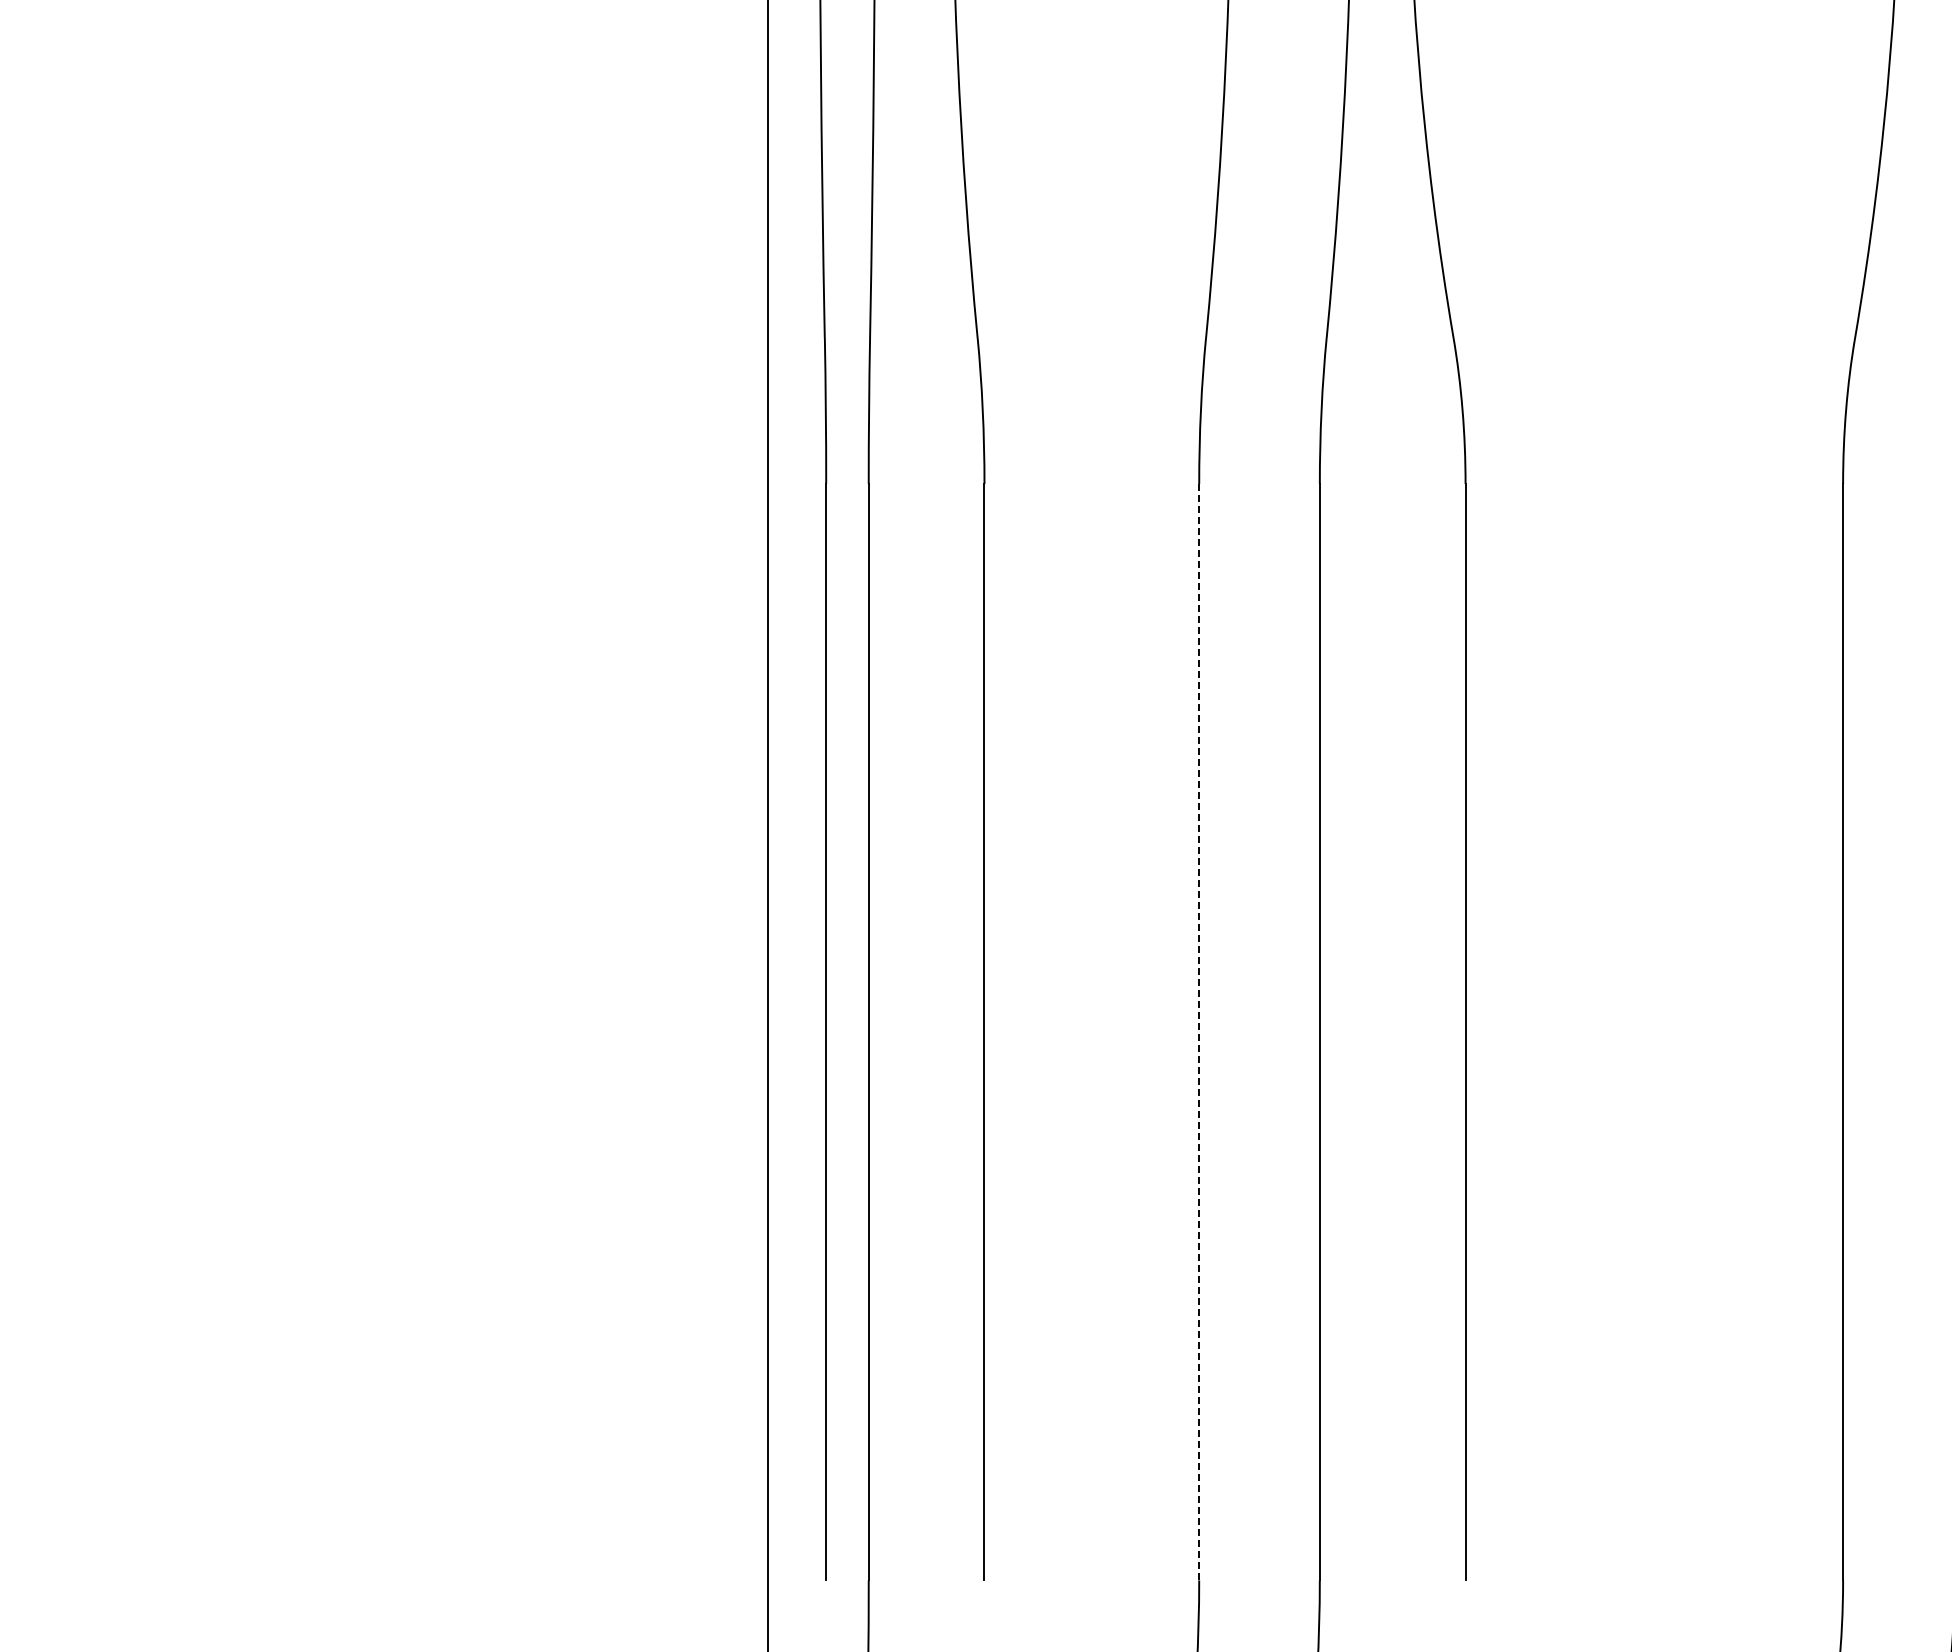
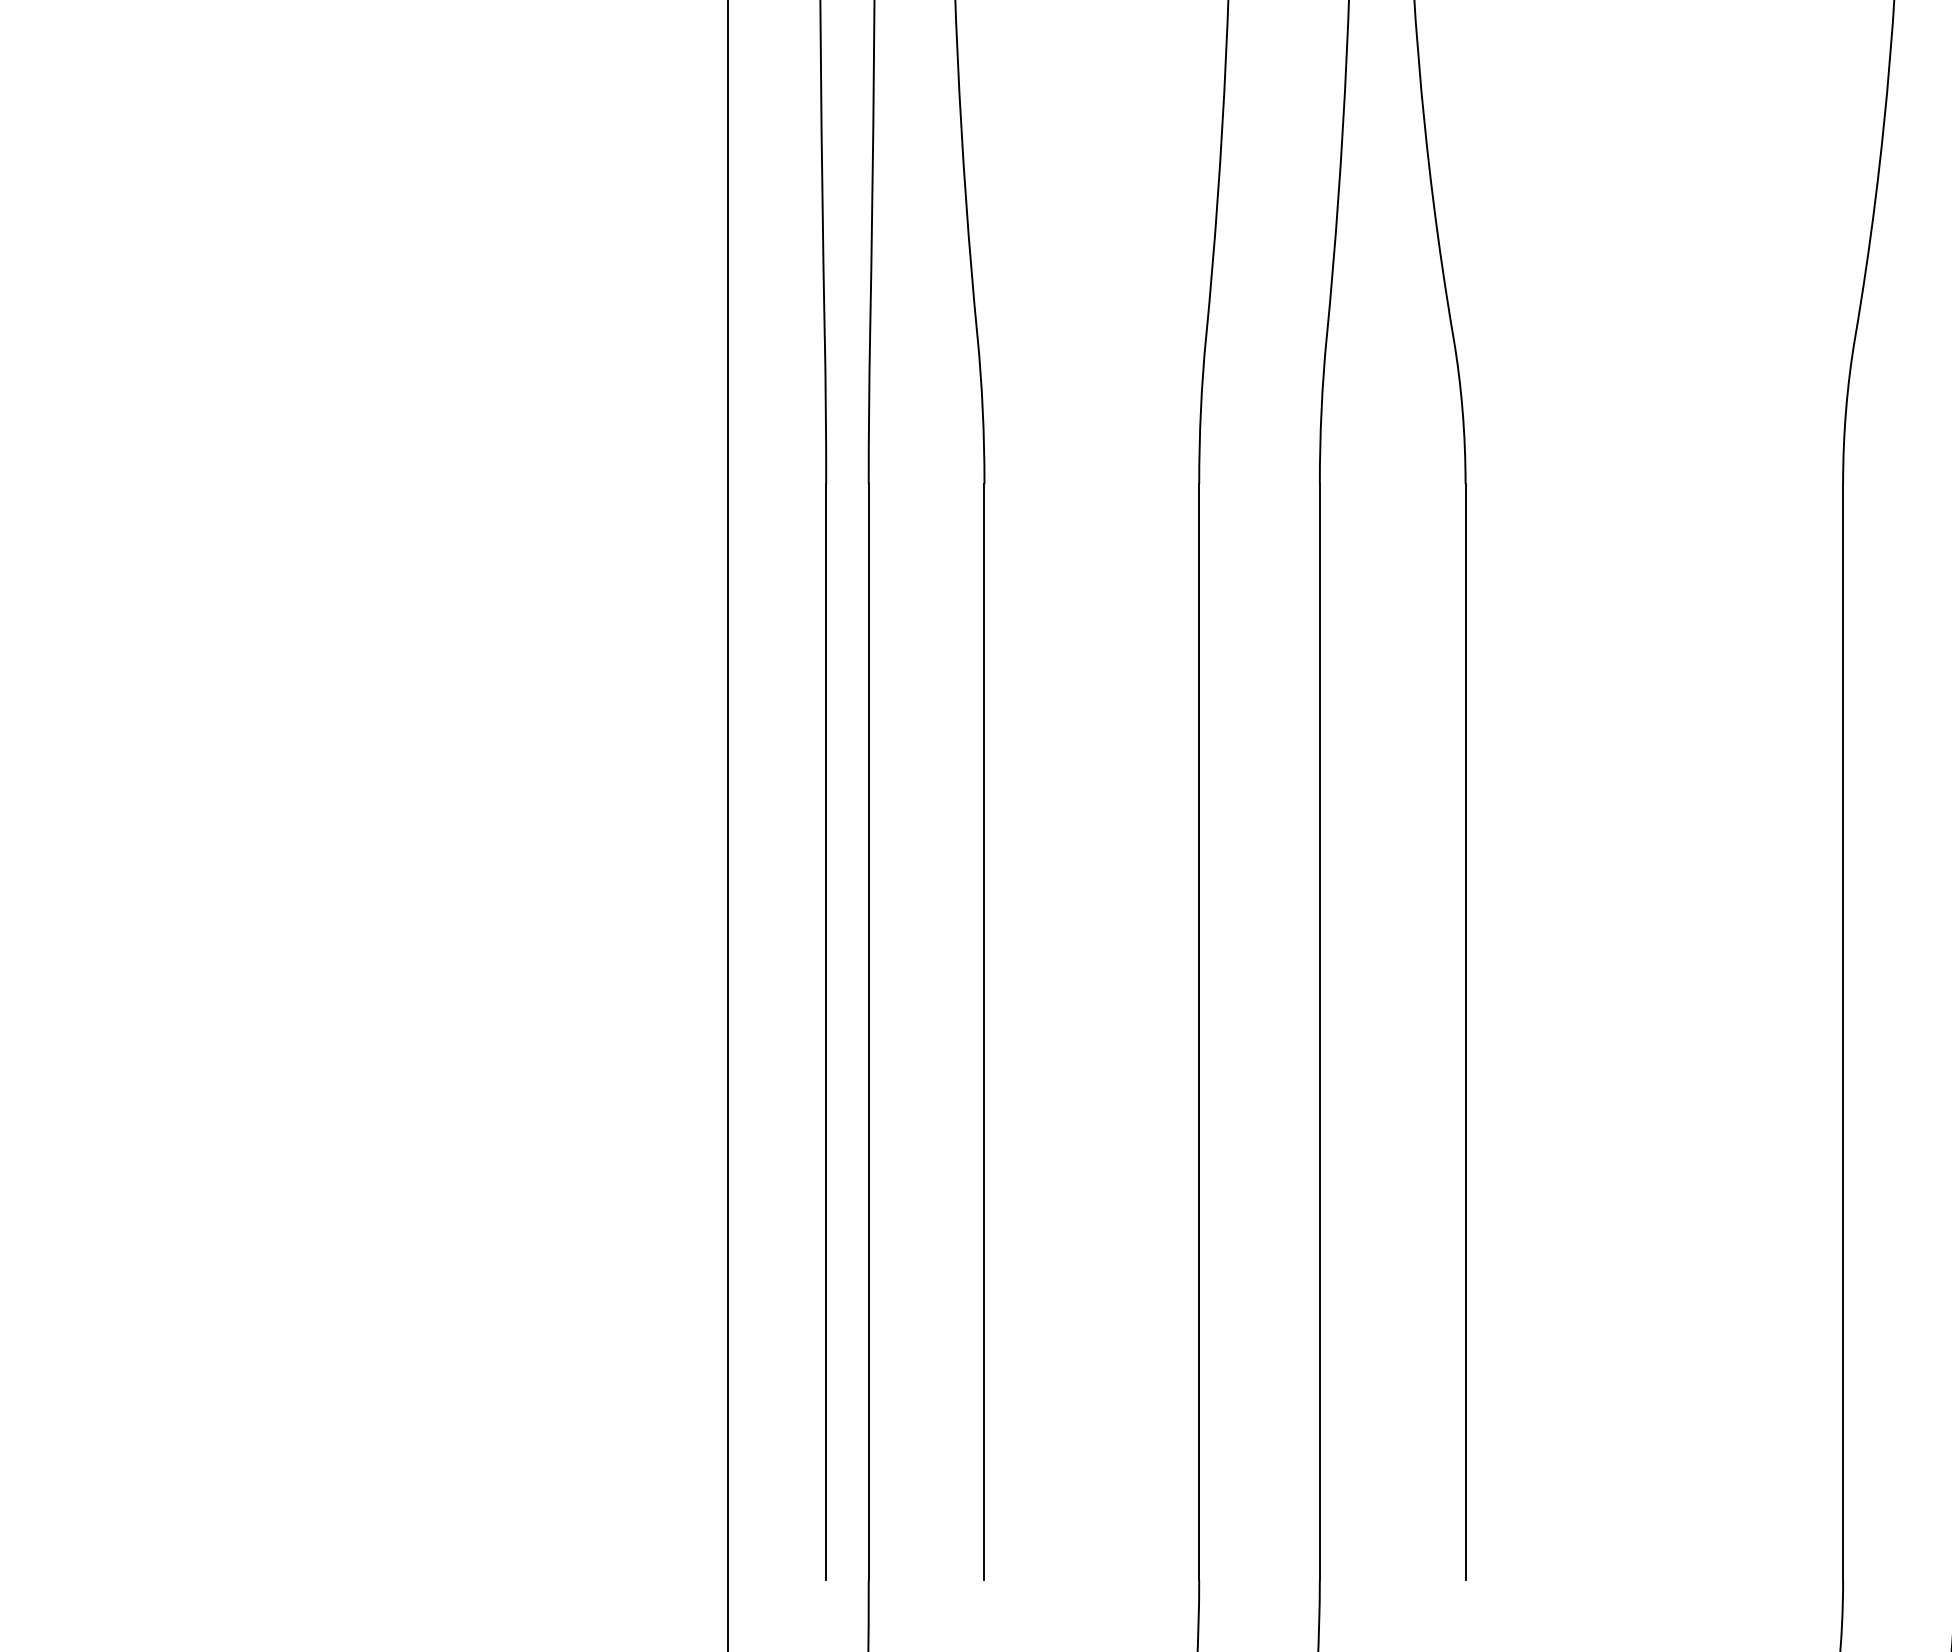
line at (768, 825) position: (768, 825) -> (728, 825)
line at (1199, 1031): dashed -> solid
